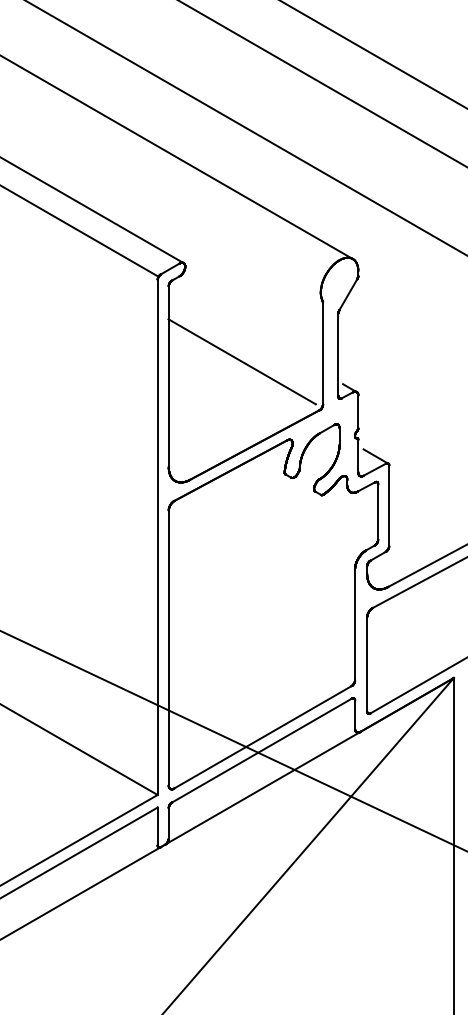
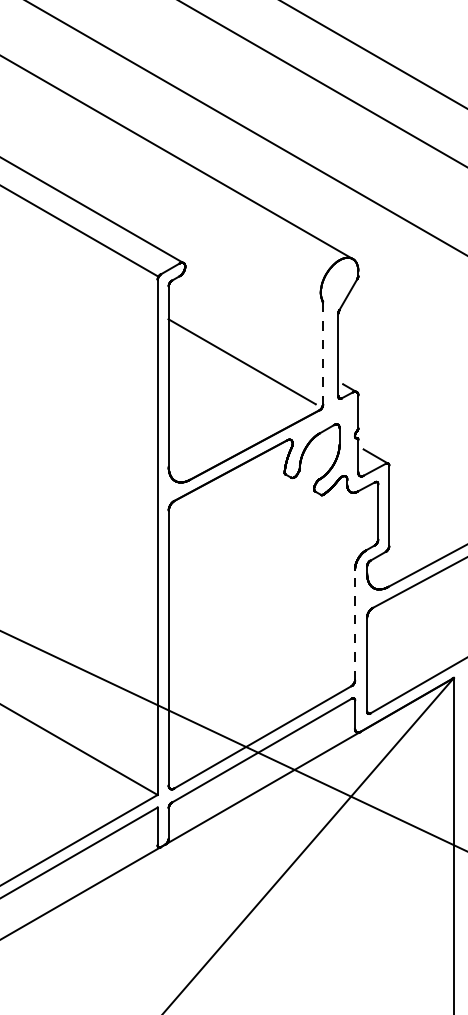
line at (323, 353): solid -> dashed
line at (355, 624): solid -> dashed
